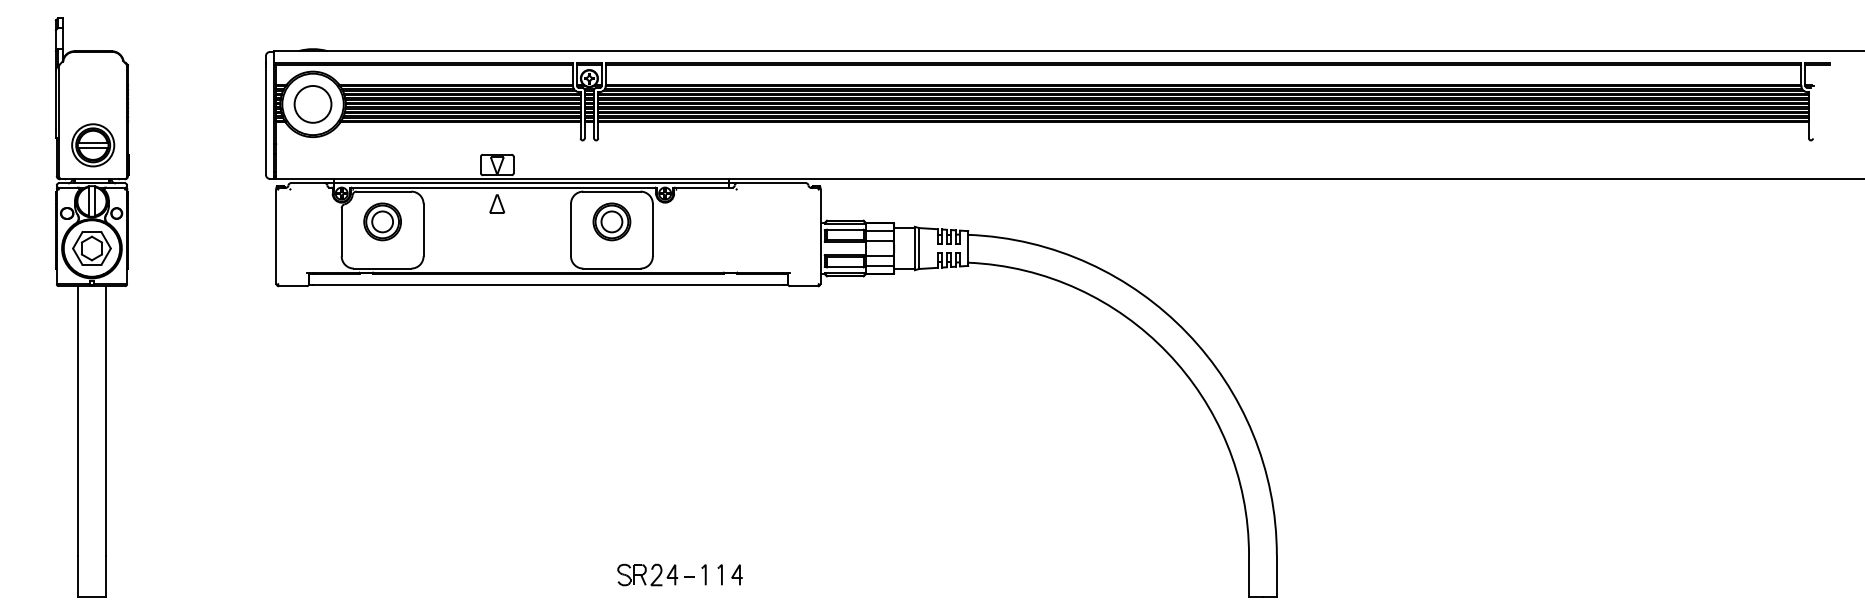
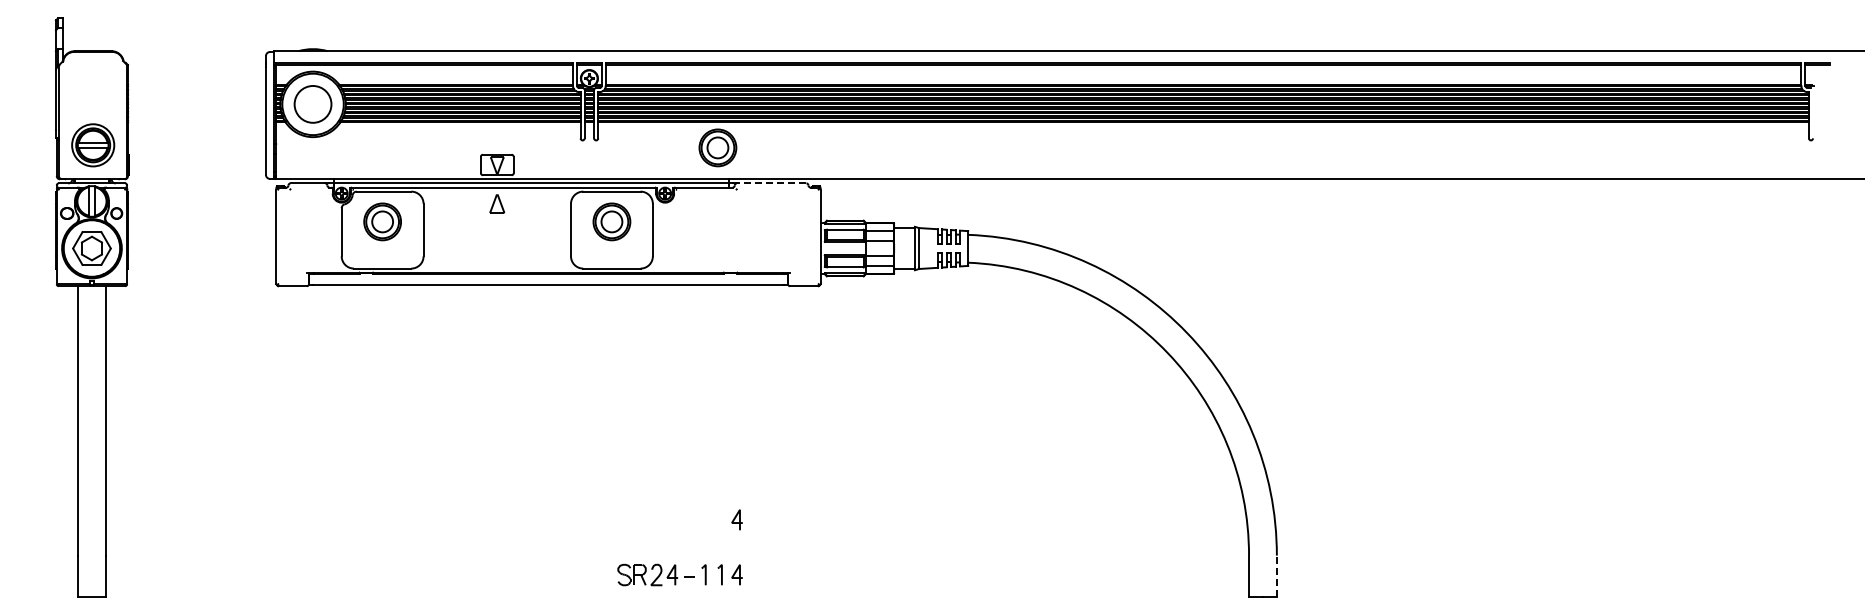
part at (717, 147): none -> present
line at (771, 183): solid -> dashed
line at (735, 519): none -> present
line at (1276, 575): solid -> dashed
